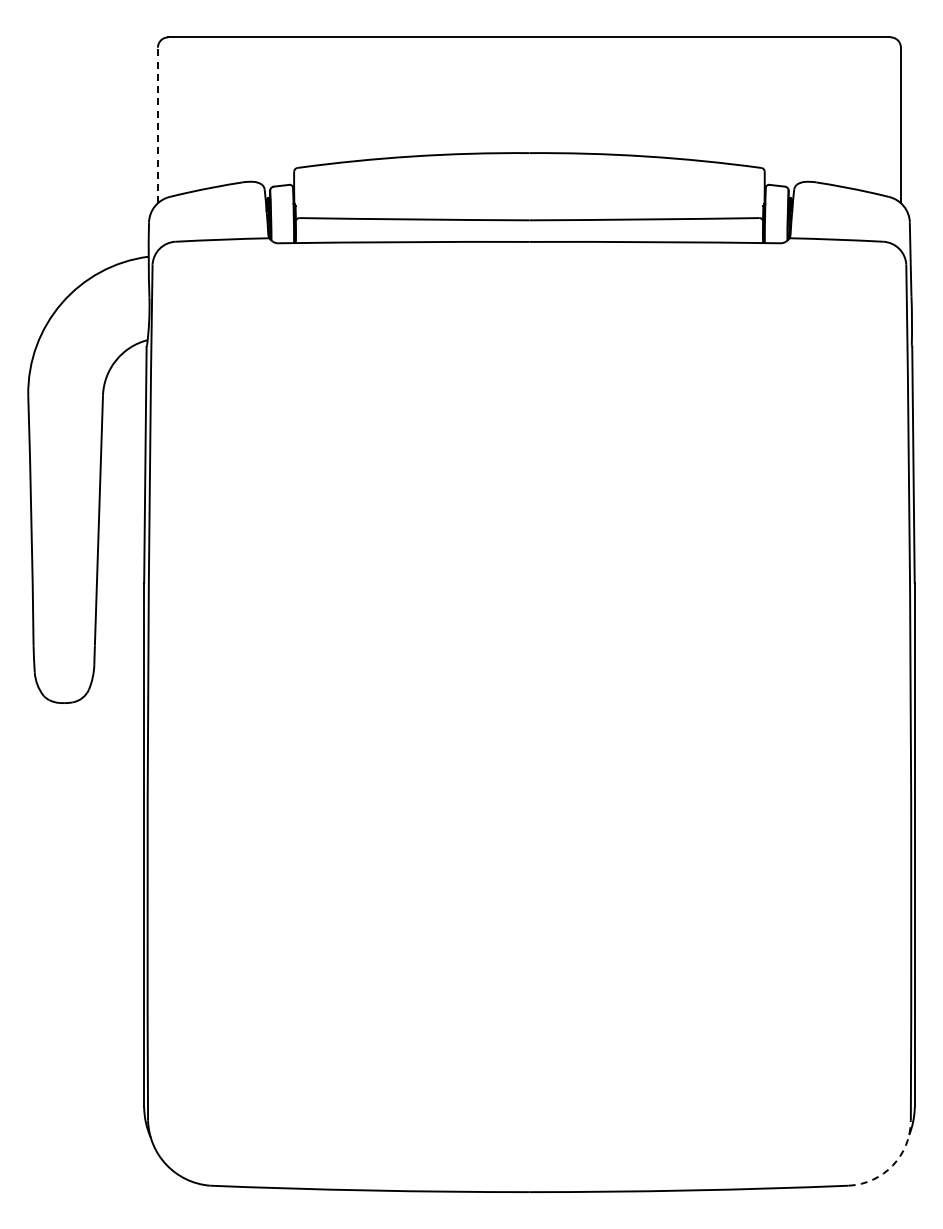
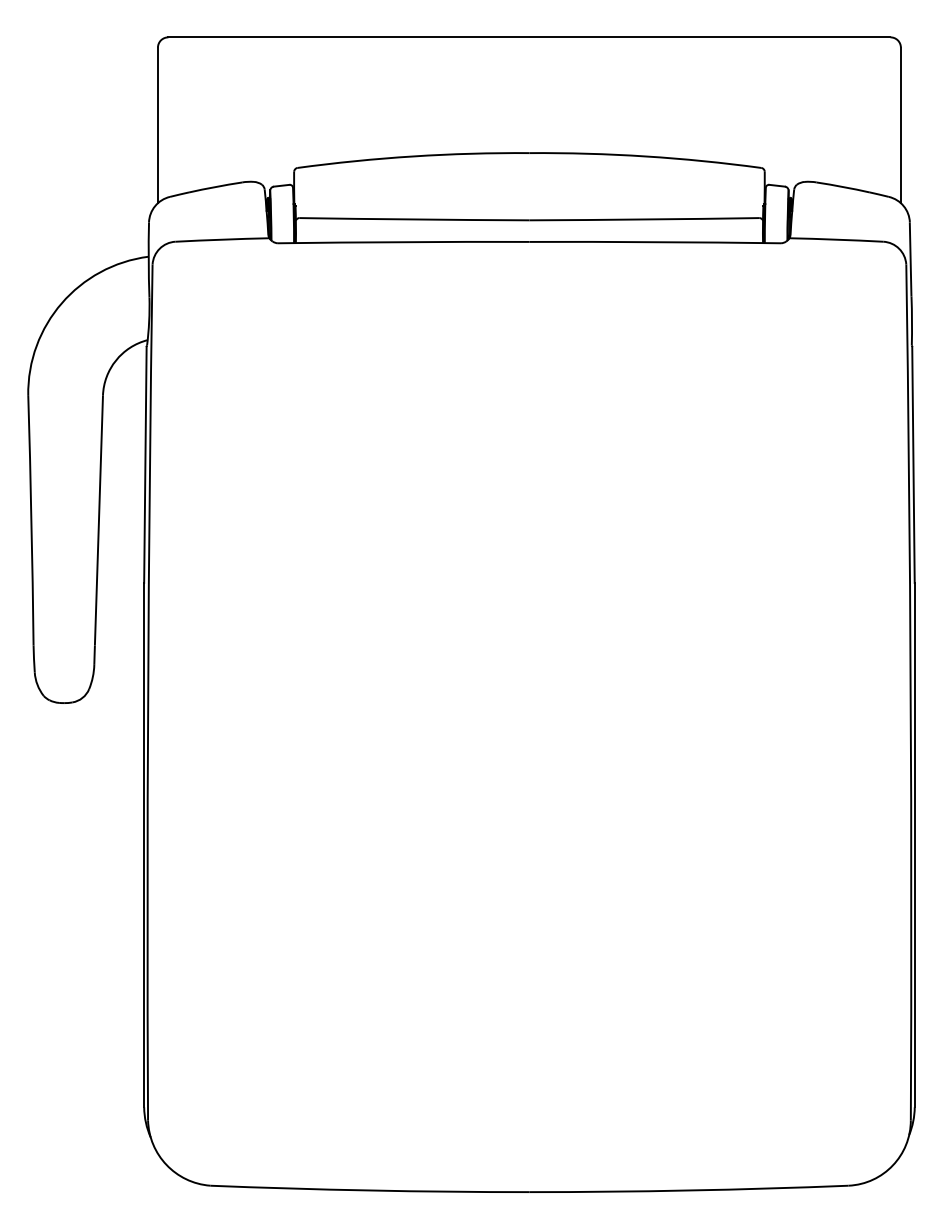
line at (157, 125): dashed -> solid
arc at (892, 1165): dashed -> solid
